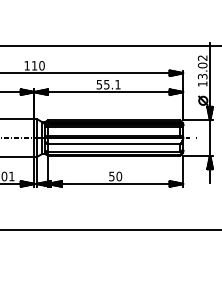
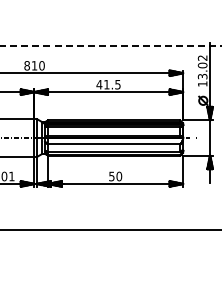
line at (110, 45): solid -> dashed
text at (26, 65): 110 -> 810
text at (108, 84): 55.1 -> 41.5
